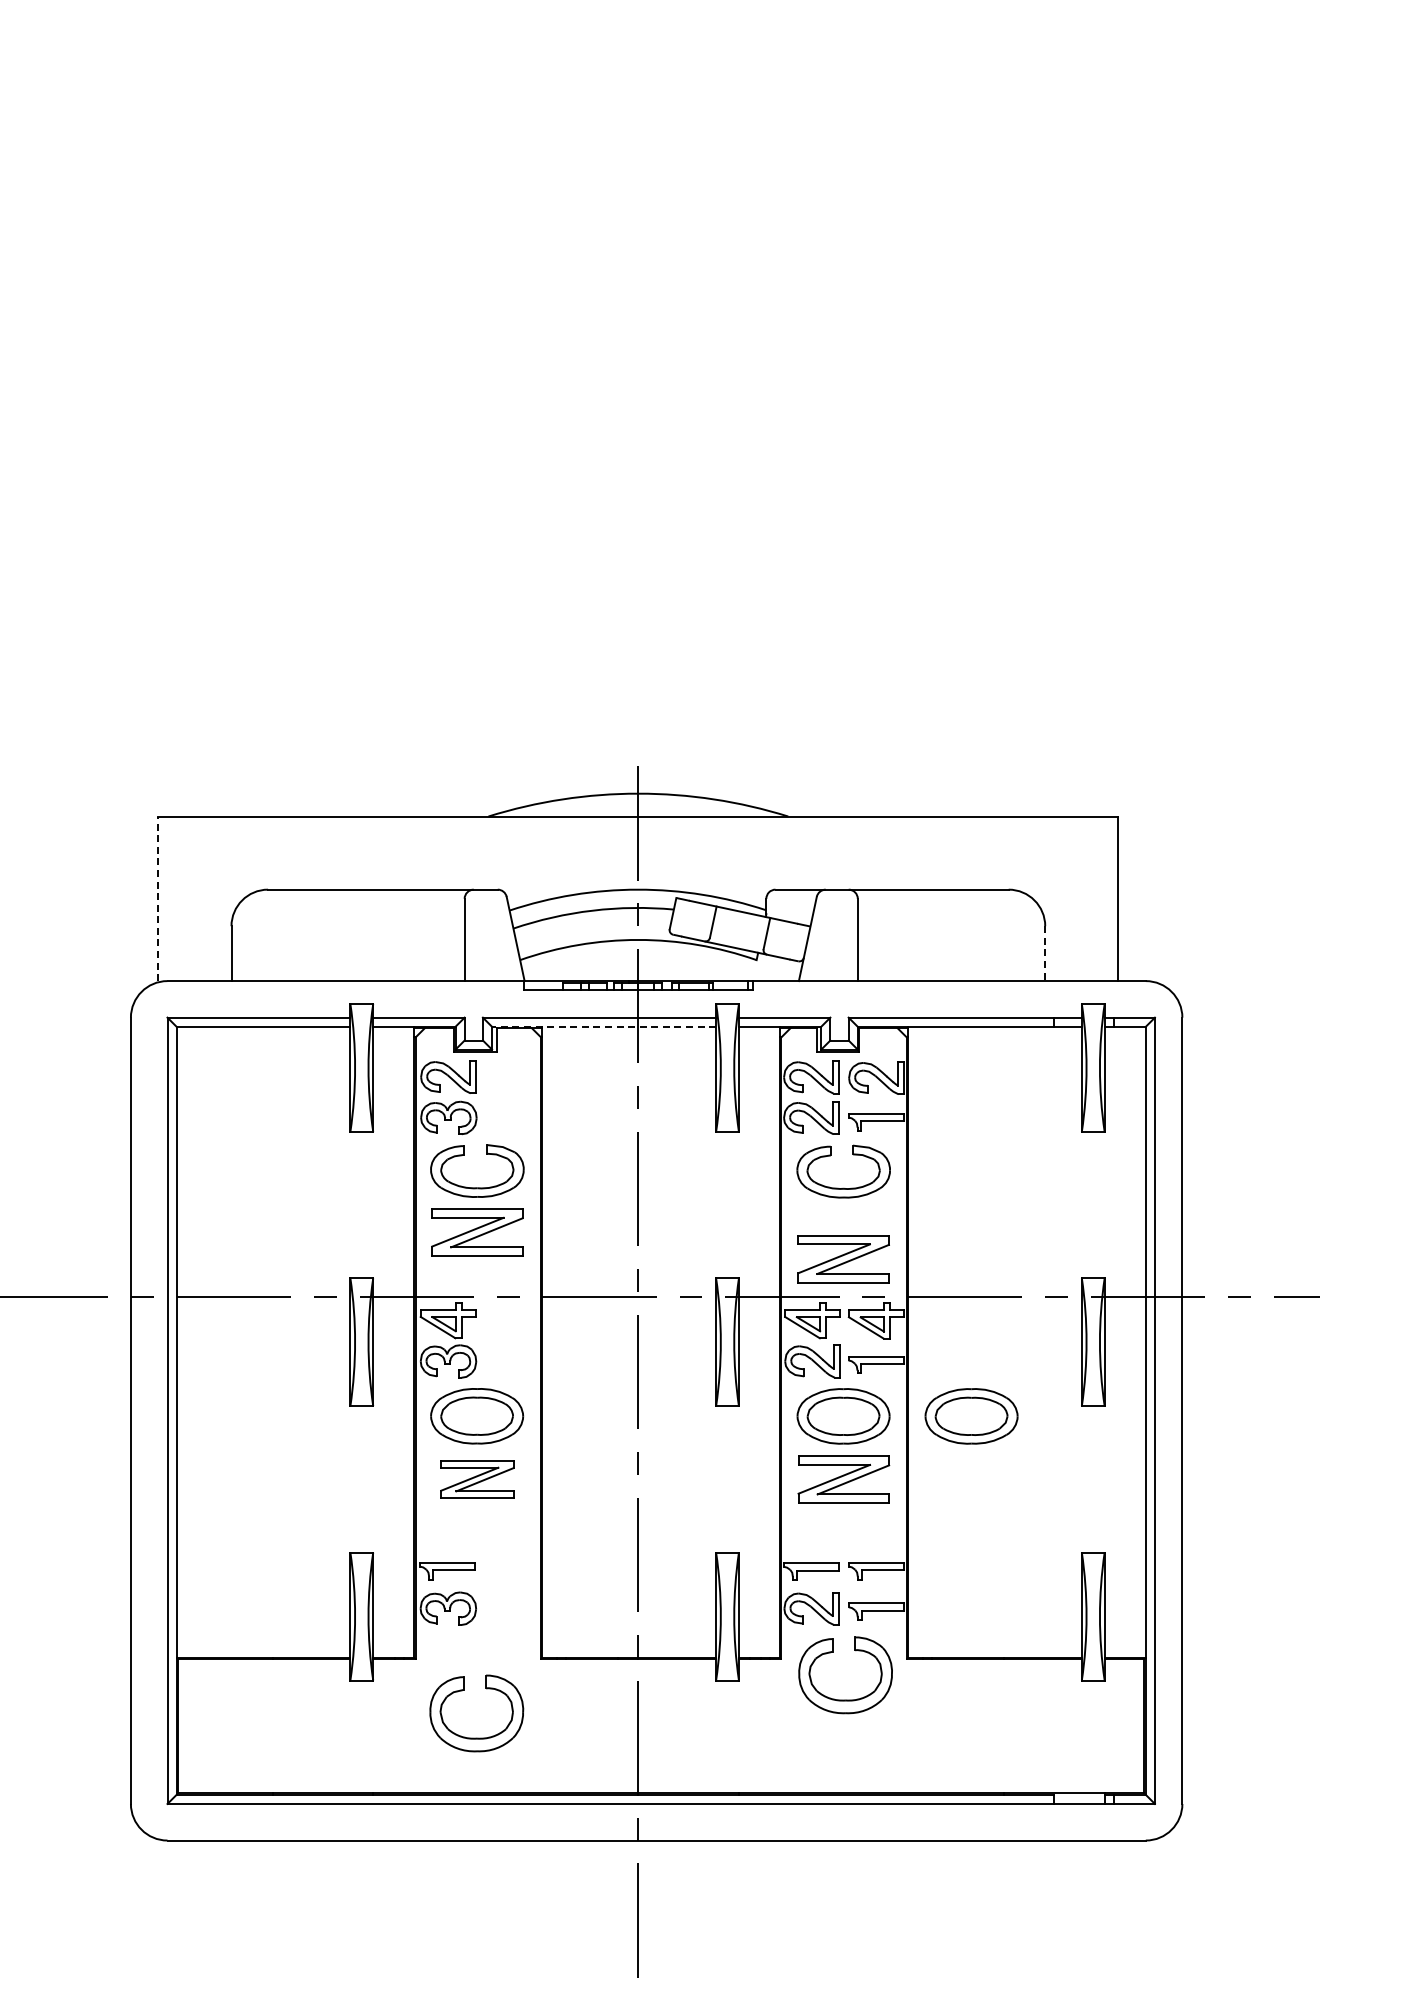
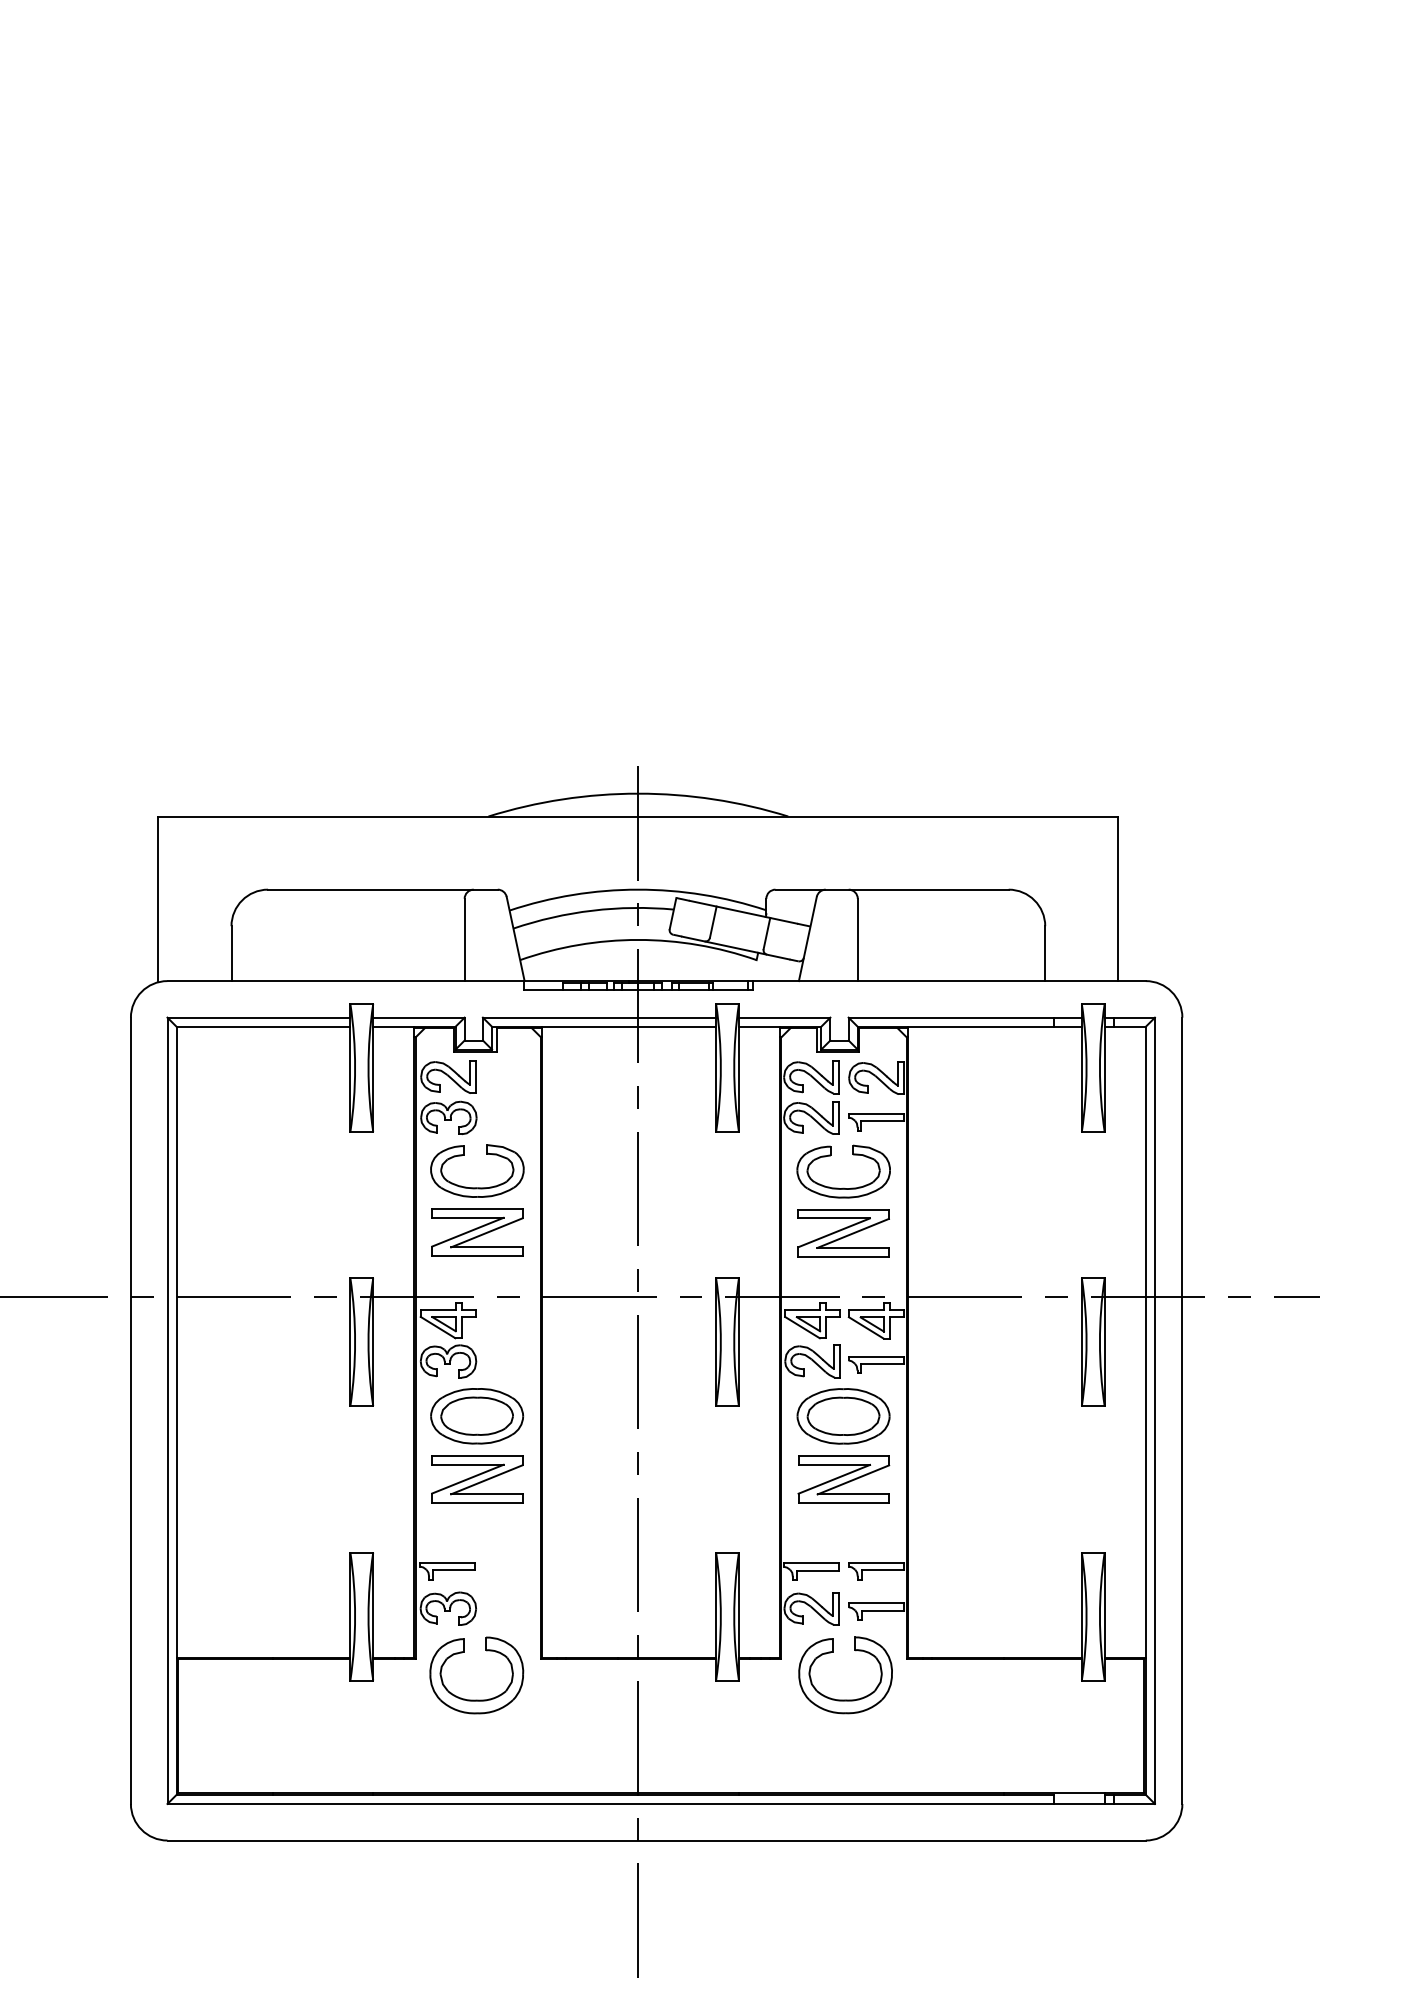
line at (158, 898): dashed -> solid
line at (1045, 954): dashed -> solid
line at (603, 1026): dashed -> solid
part at (843, 1259) position: (843, 1259) -> (843, 1233)
part at (971, 1416): present -> none
part at (477, 1479) size: 75x39 px -> 93x49 px
part at (476, 1737) position: (476, 1737) -> (476, 1699)
